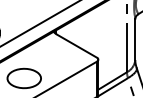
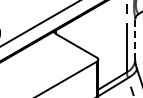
line at (135, 39): solid -> dashed
part at (23, 78): present -> none
